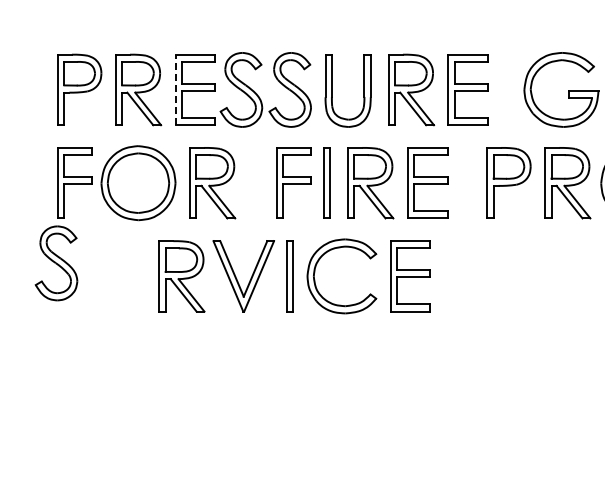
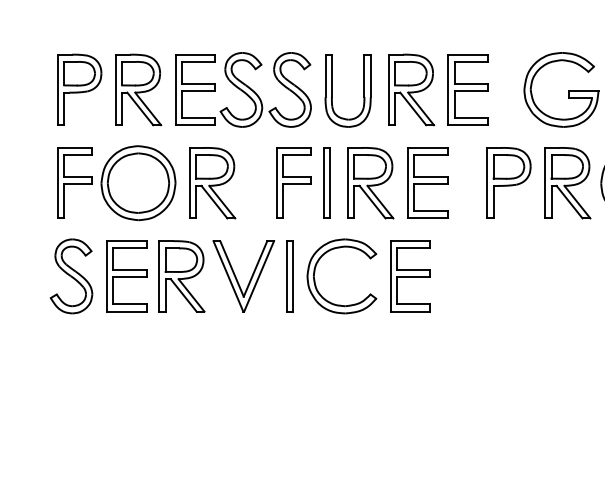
line at (175, 89): dashed -> solid
part at (56, 263) position: (56, 263) -> (71, 276)
part at (126, 276): none -> present
